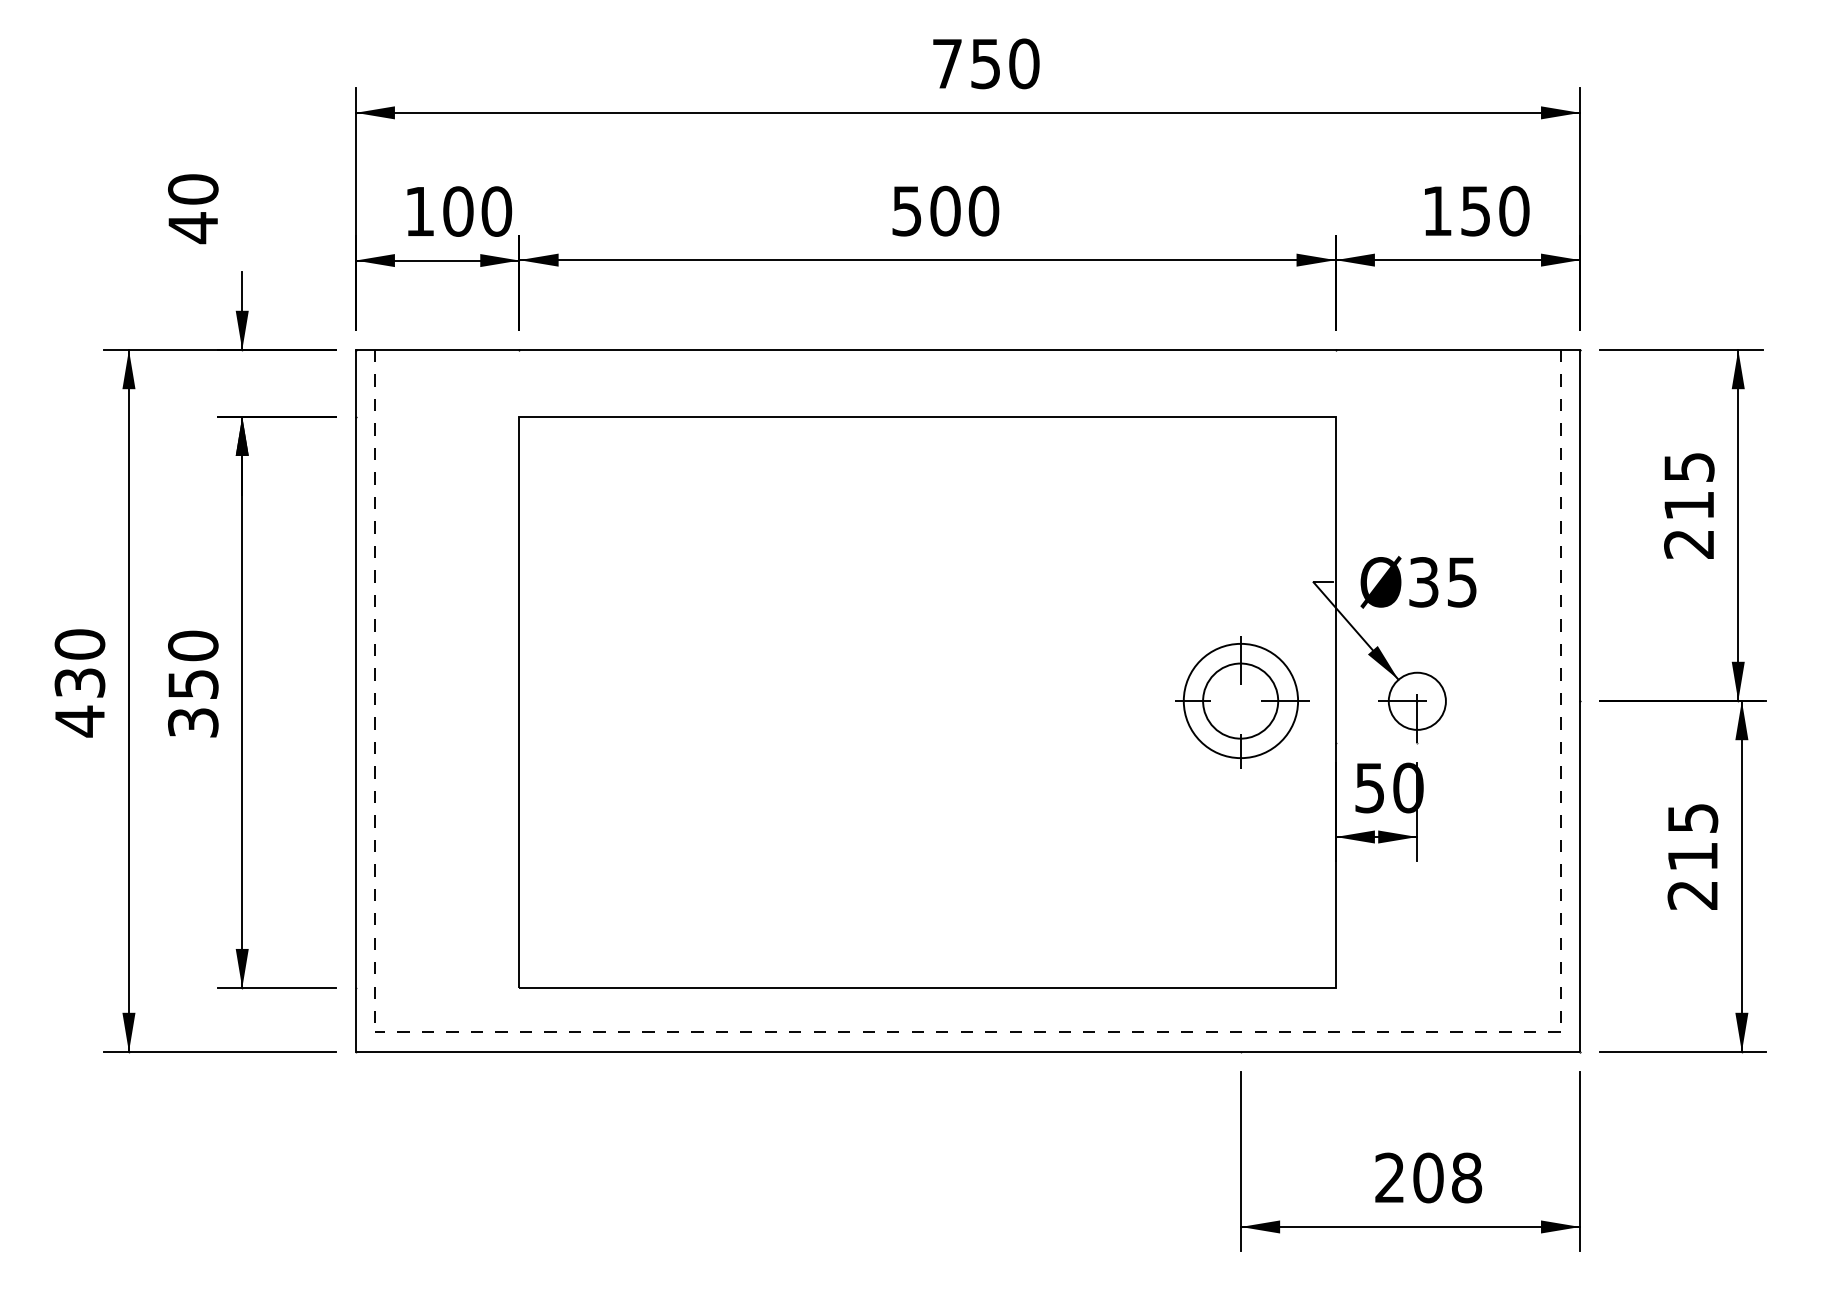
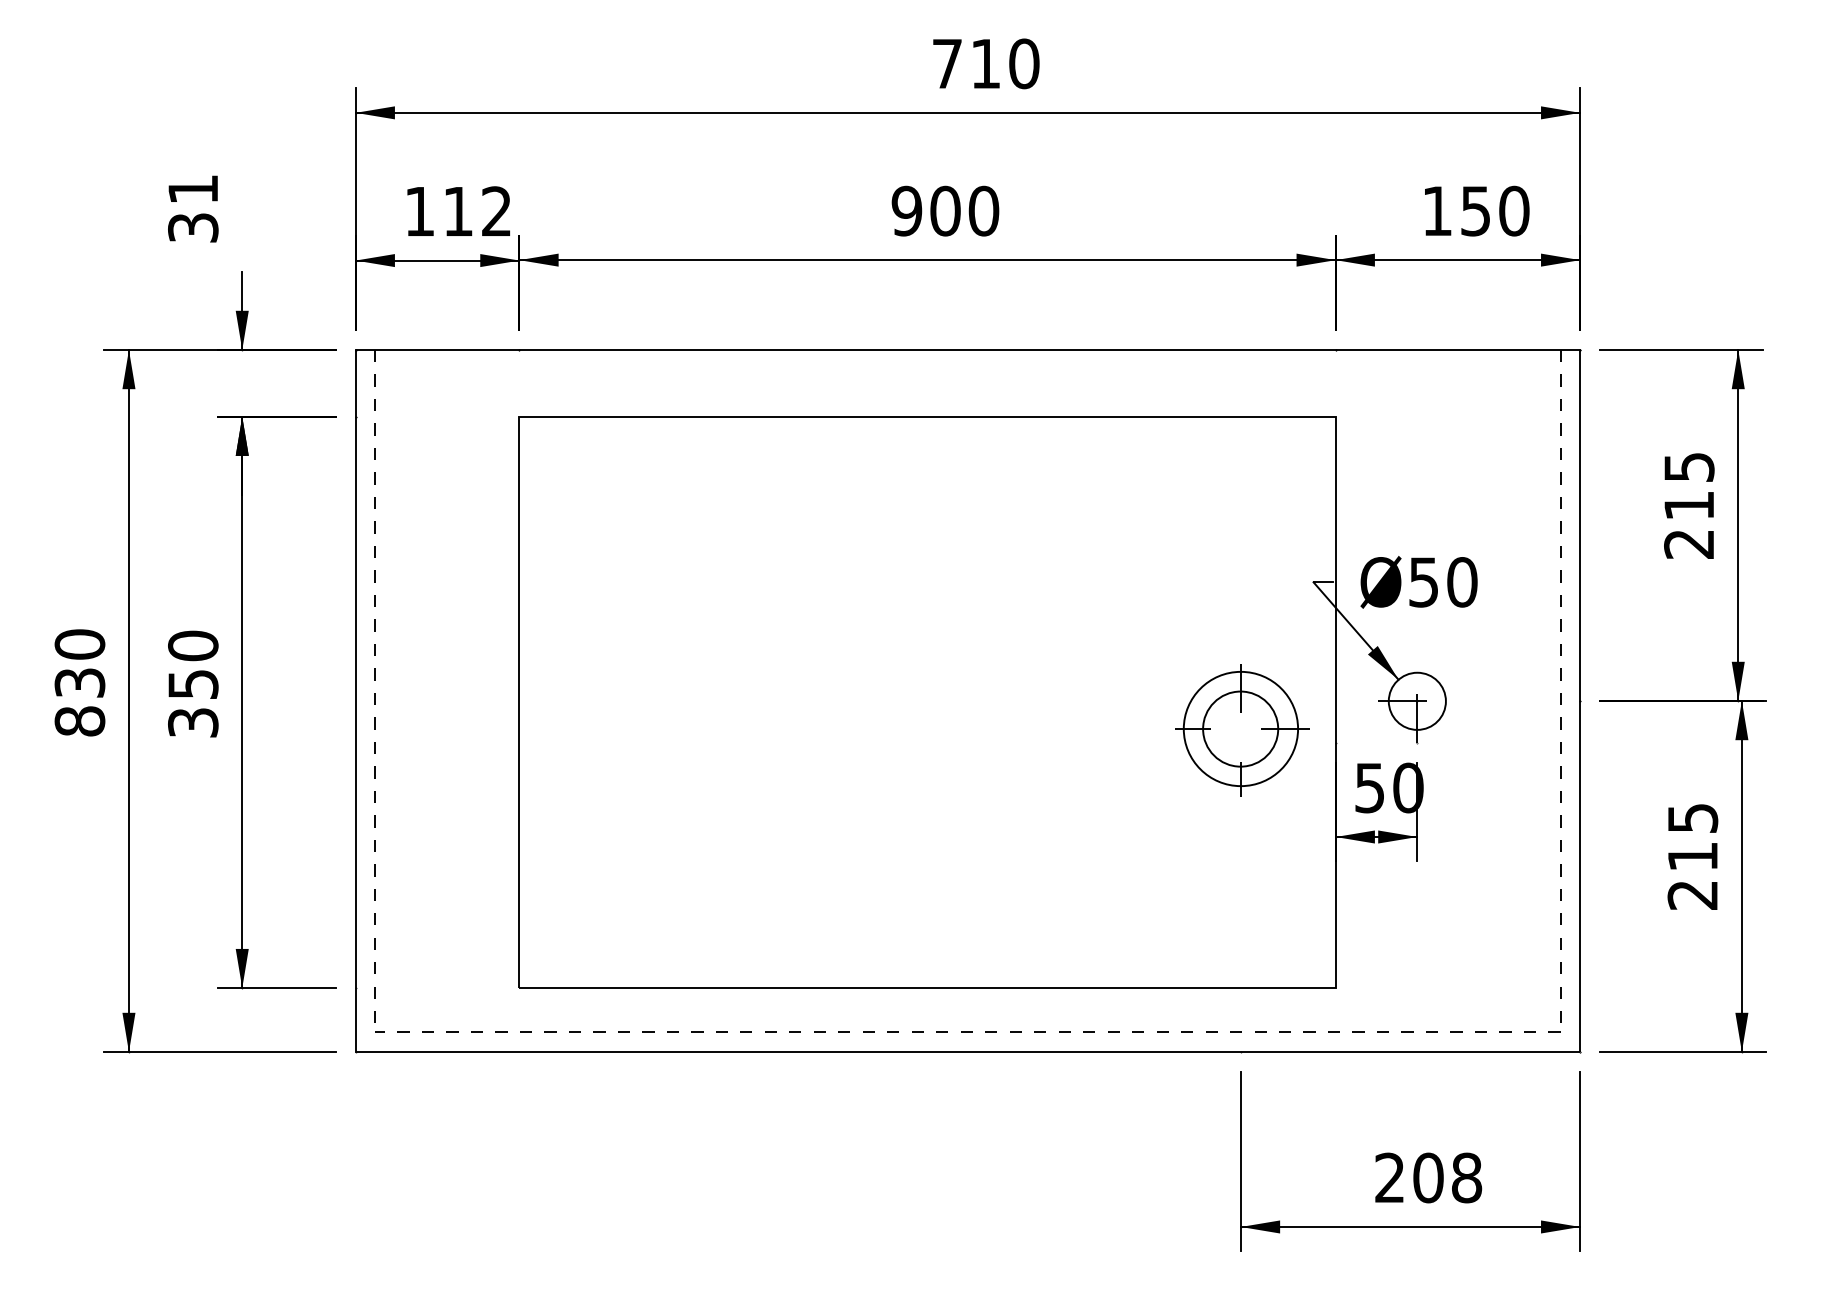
text at (985, 64): 750 -> 710
text at (193, 209): 40 -> 31
text at (906, 210): 500 -> 900
text at (477, 211): 100 -> 112
text at (1443, 582): Ø35 -> Ø50
part at (1242, 702) position: (1242, 702) -> (1242, 730)
text at (79, 721): 430 -> 830
